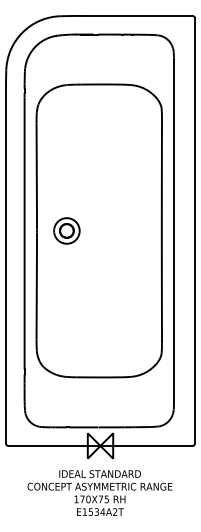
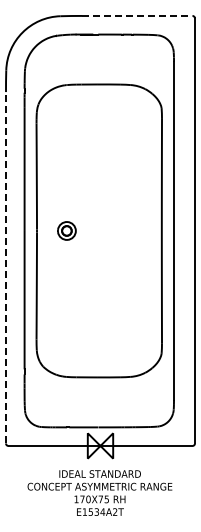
line at (137, 15): solid -> dashed
part at (66, 230) size: 28x28 px -> 20x20 px
line at (5, 267): solid -> dashed
